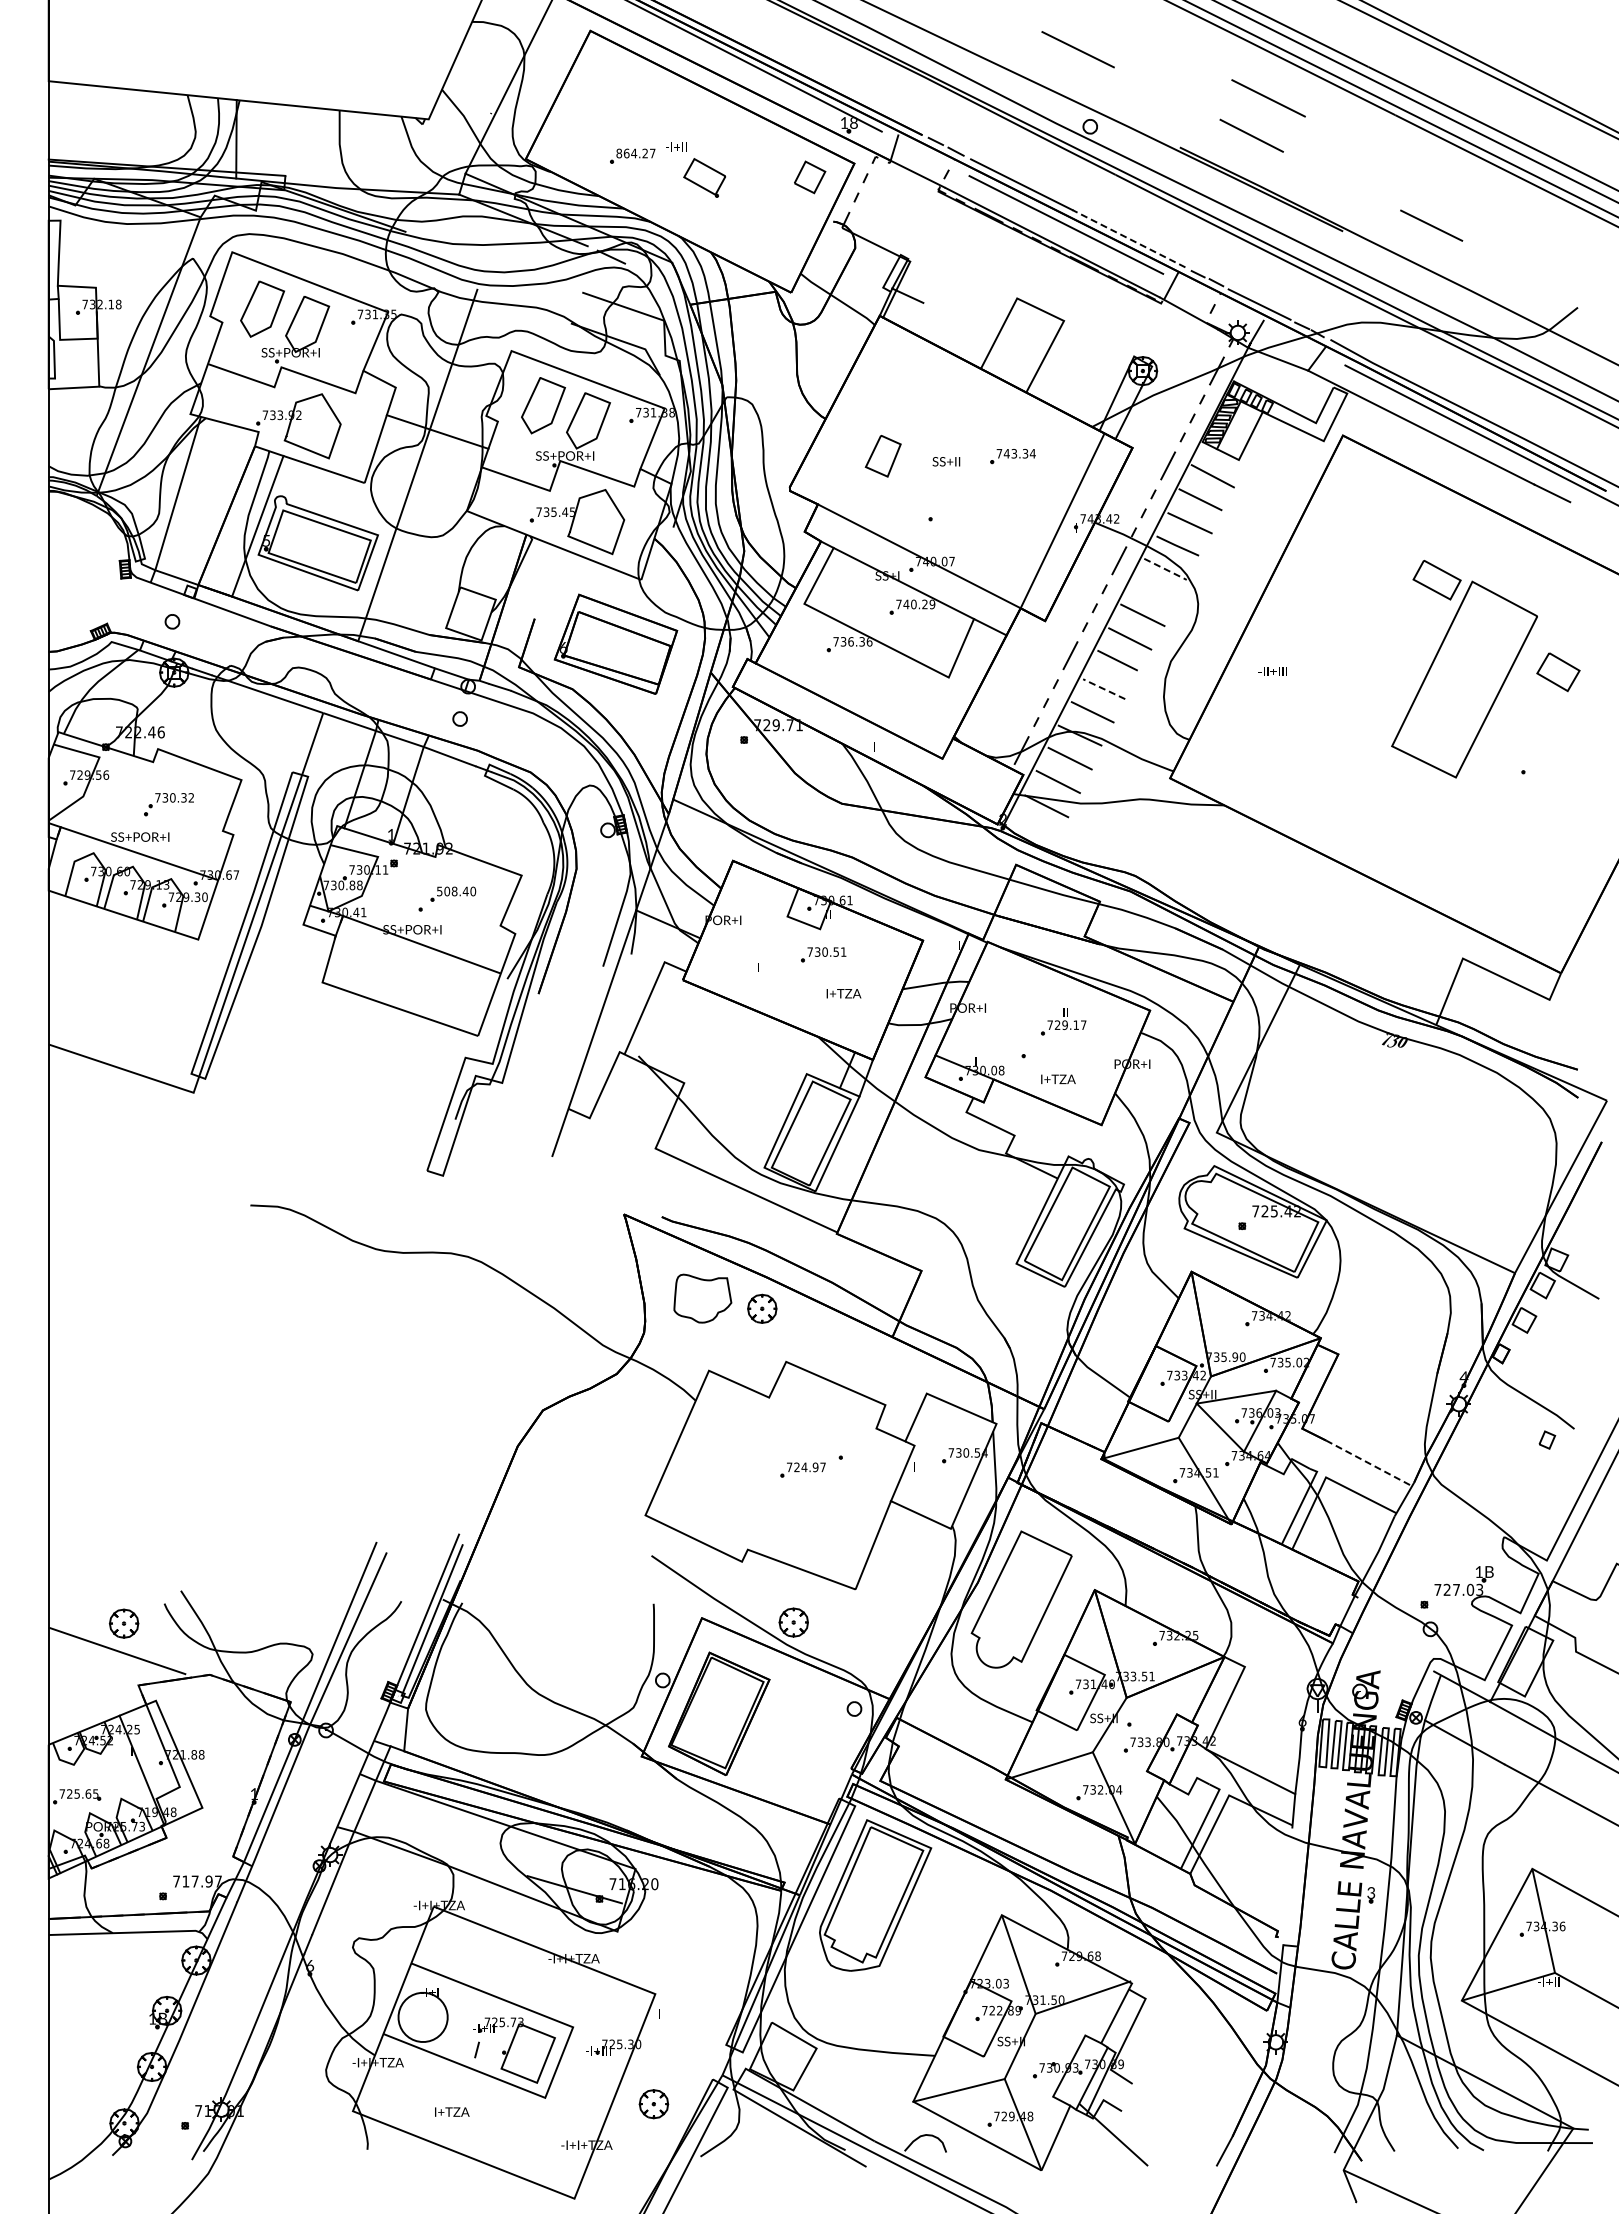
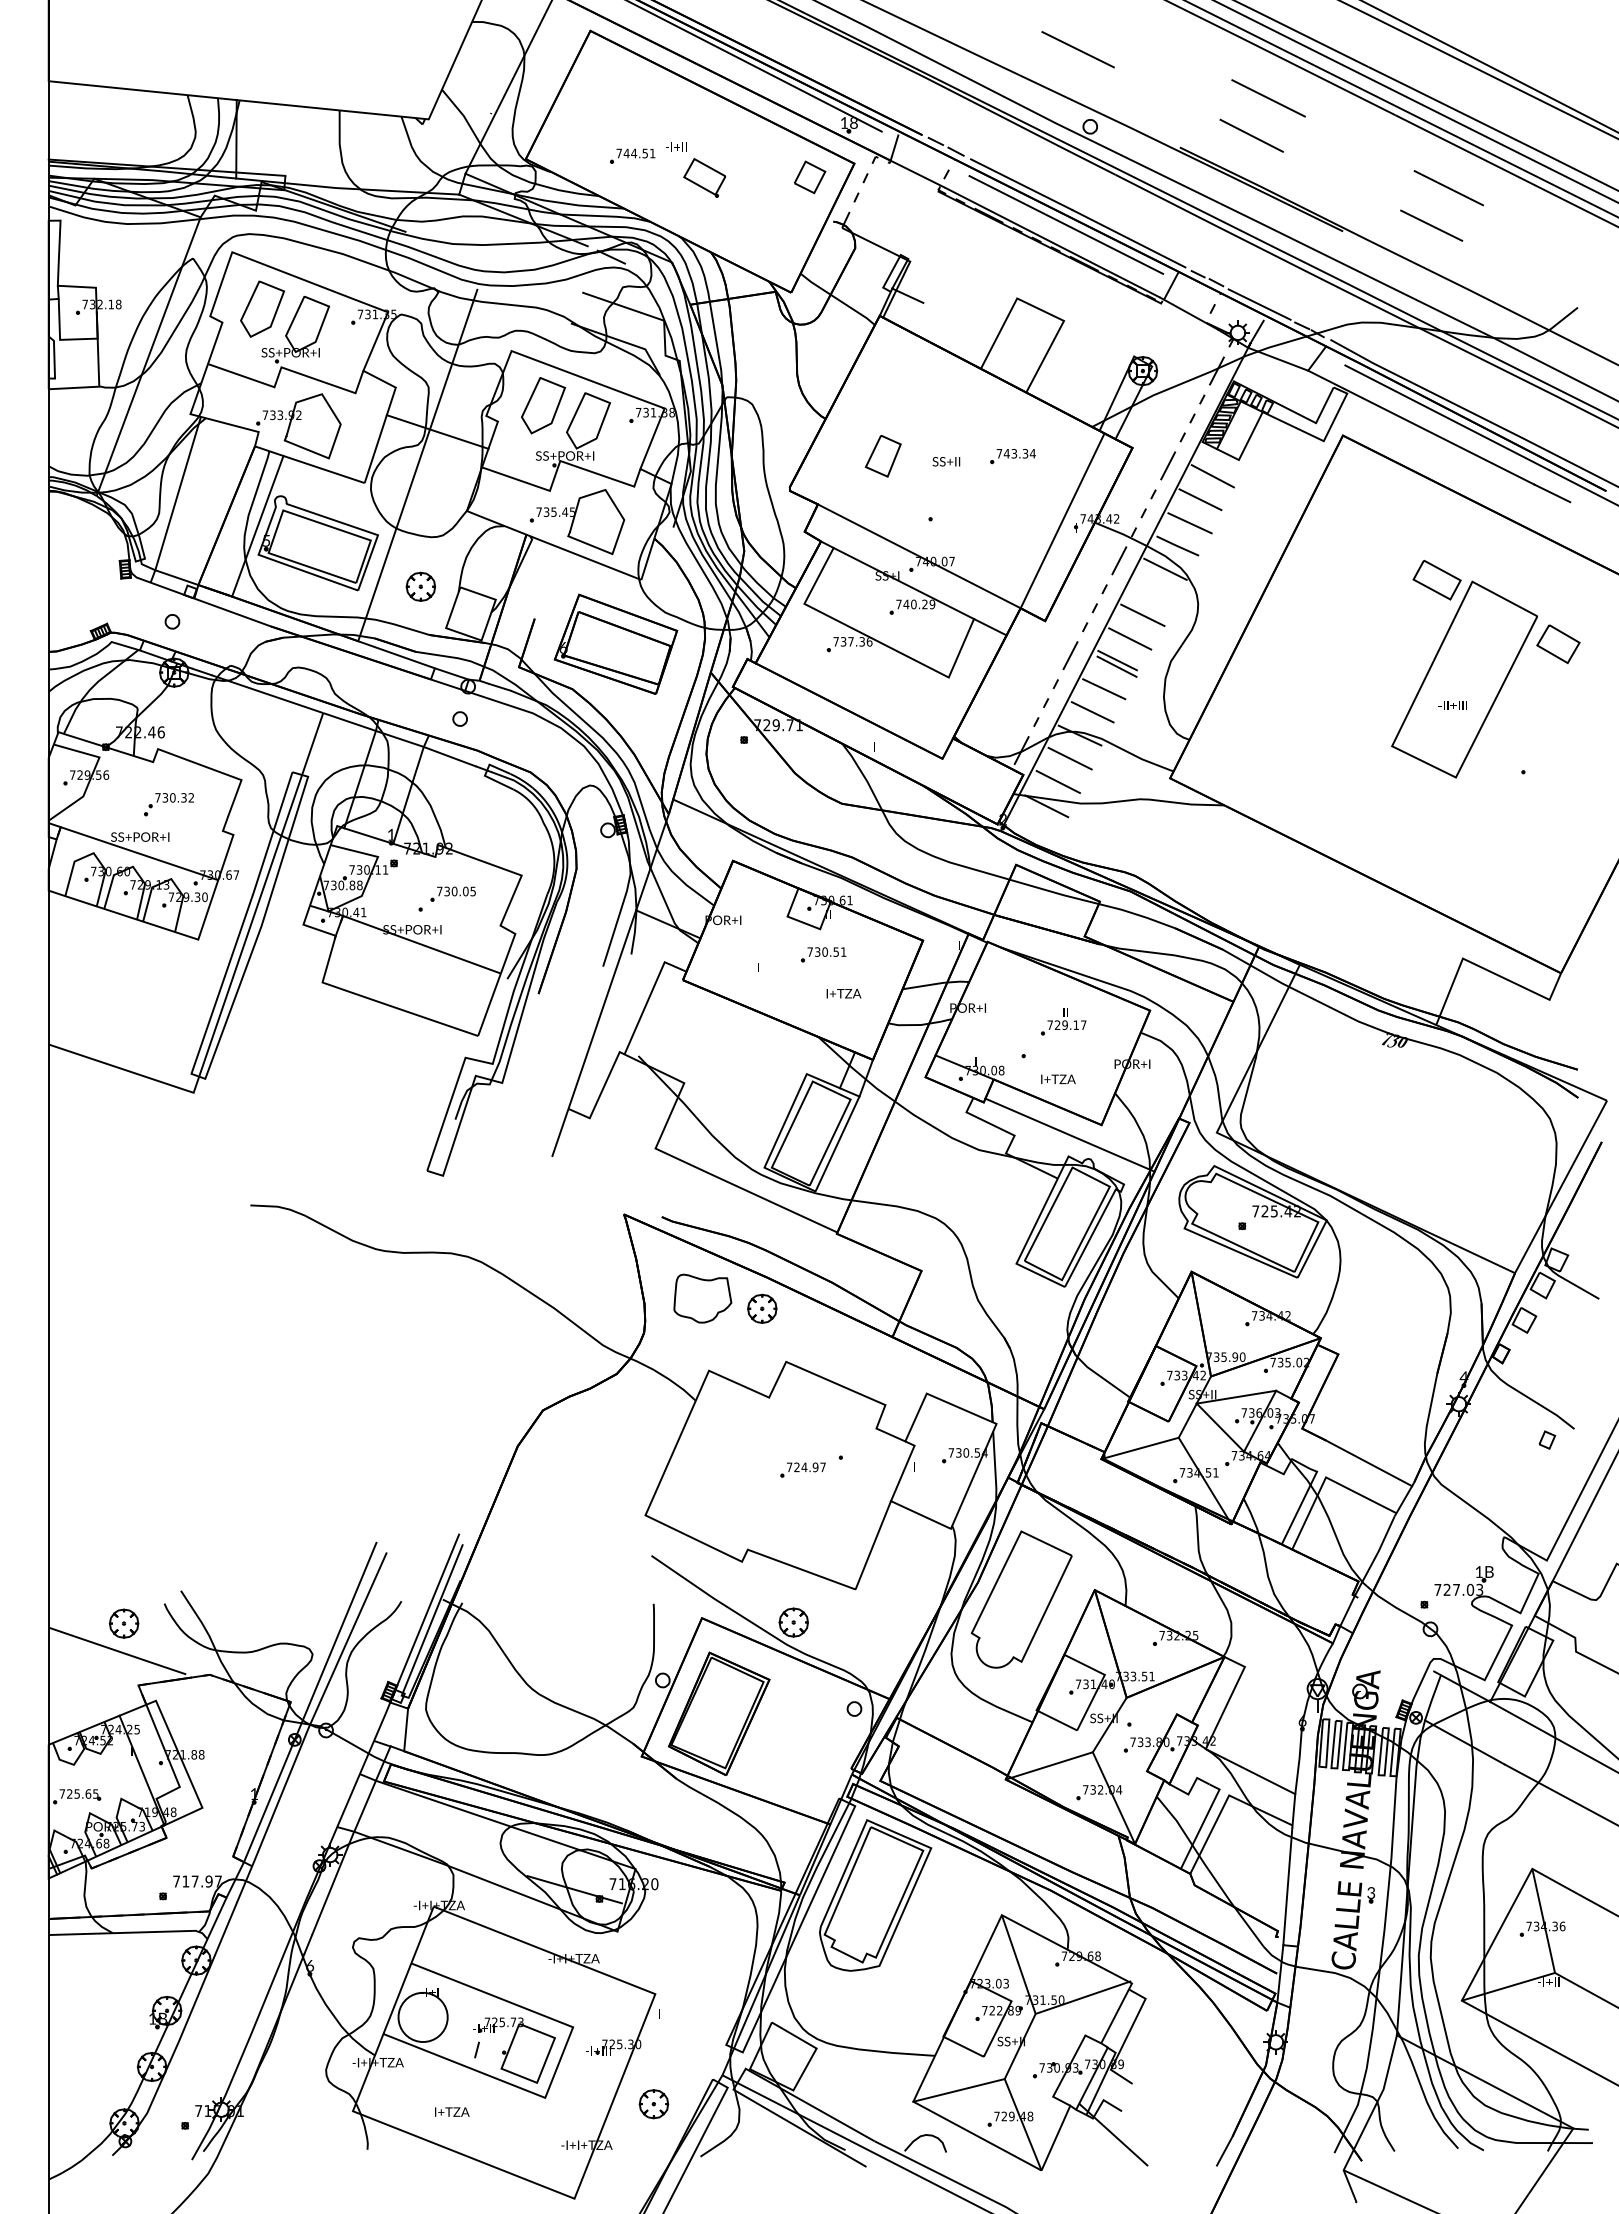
text at (635, 153): 864.27 -> 744.51
line at (1448, 188): none -> present
line at (1128, 238): dashed -> solid
line at (1165, 569): dashed -> solid
part at (420, 586): none -> present
text at (850, 641): 736.36 -> 737.36
line at (1116, 666): none -> present
text at (1272, 671) position: (1272, 671) -> (1452, 705)
part at (1558, 671) position: (1558, 671) -> (1558, 643)
line at (1103, 688): dashed -> solid
text at (456, 891): 508.40 -> 730.05
line at (1069, 1134): none -> present
line at (1369, 1463): dashed -> solid
line at (1287, 1886): none -> present
